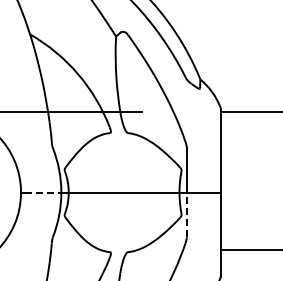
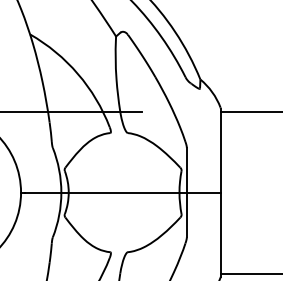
line at (43, 192): dashed -> solid
line at (186, 214): dashed -> solid
line at (249, 249) position: (249, 249) -> (249, 273)
